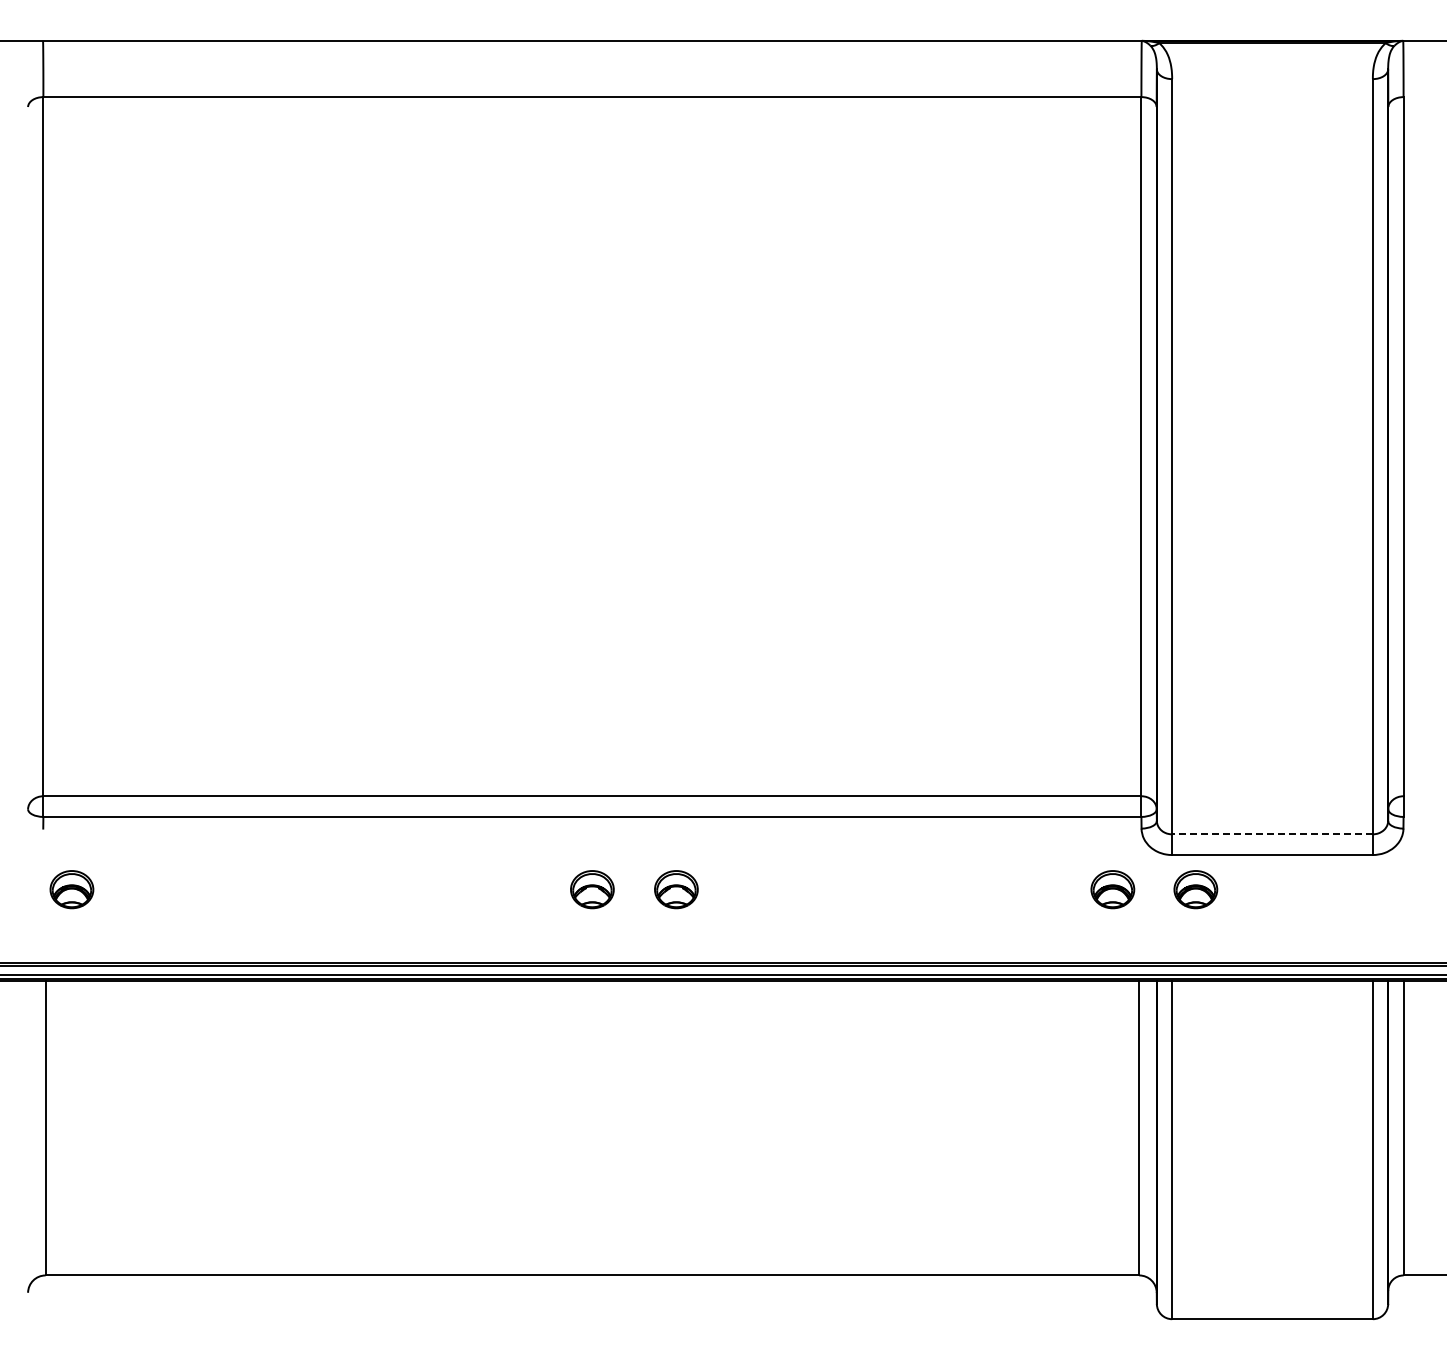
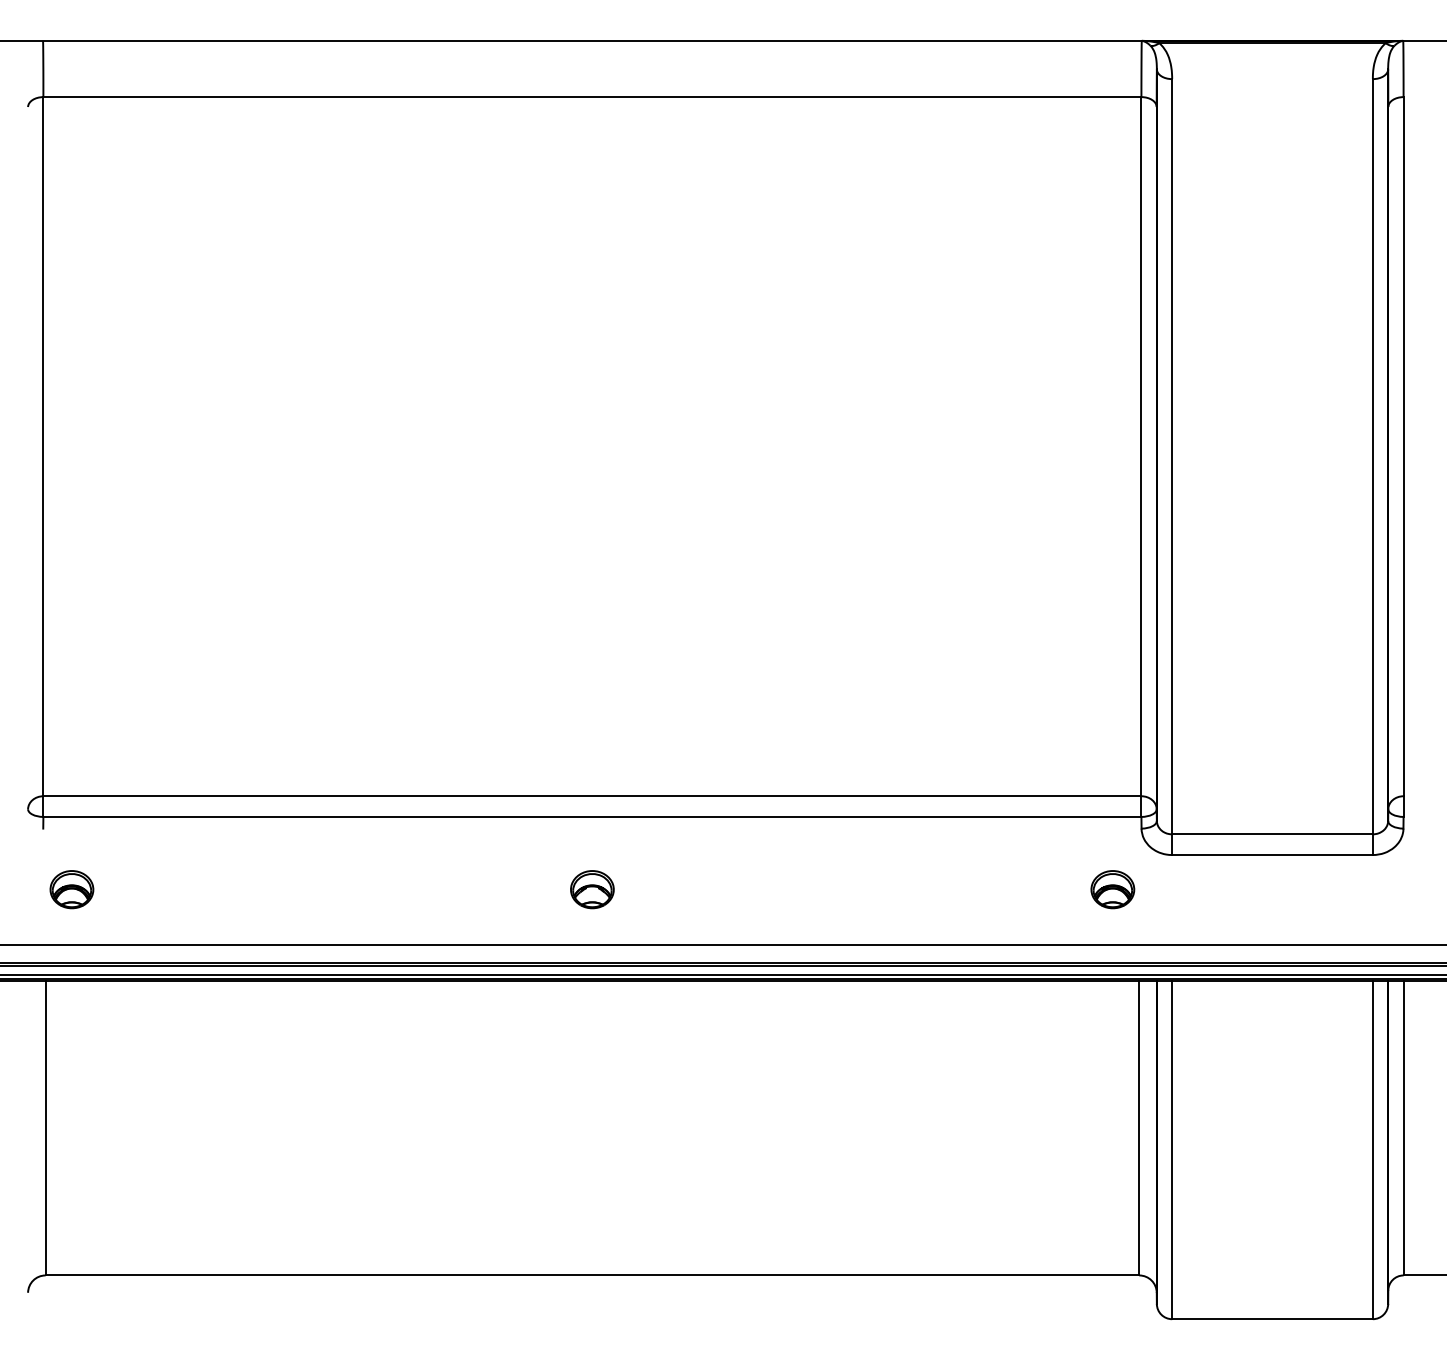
line at (1272, 834): dashed -> solid
part at (676, 889): present -> none
part at (1195, 889): present -> none
line at (722, 944): none -> present
